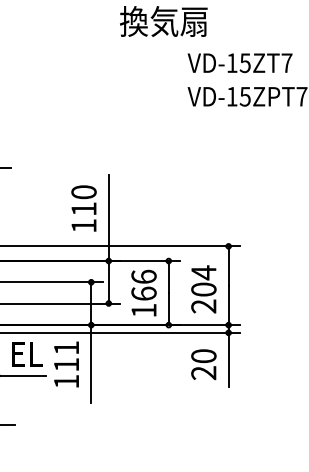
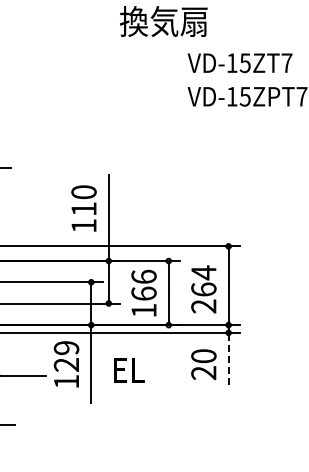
text at (203, 289): 204 -> 264
text at (27, 354) position: (27, 354) -> (129, 370)
text at (66, 356): 111 -> 129
line at (228, 361): solid -> dashed
